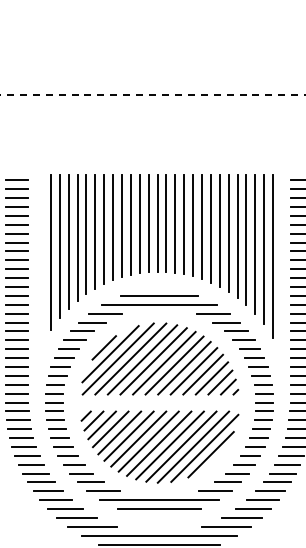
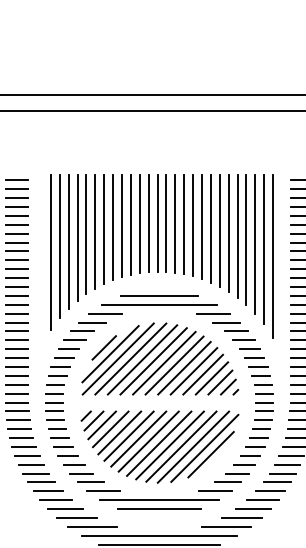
line at (152, 94): dashed -> solid
line at (152, 110): none -> present
